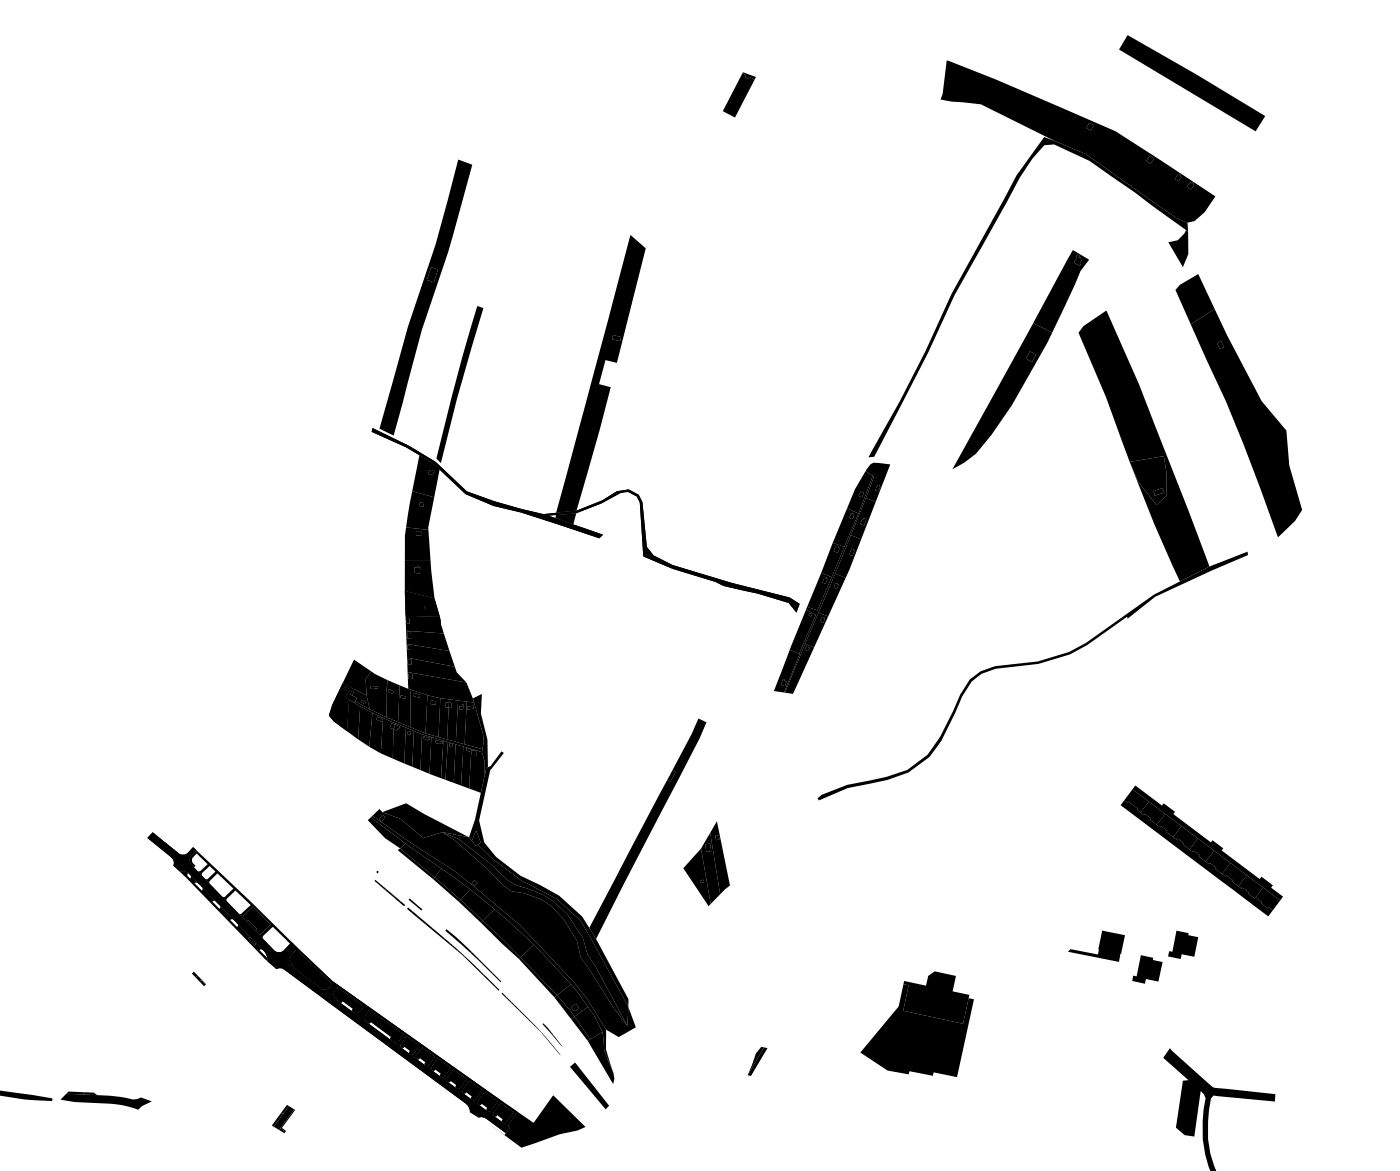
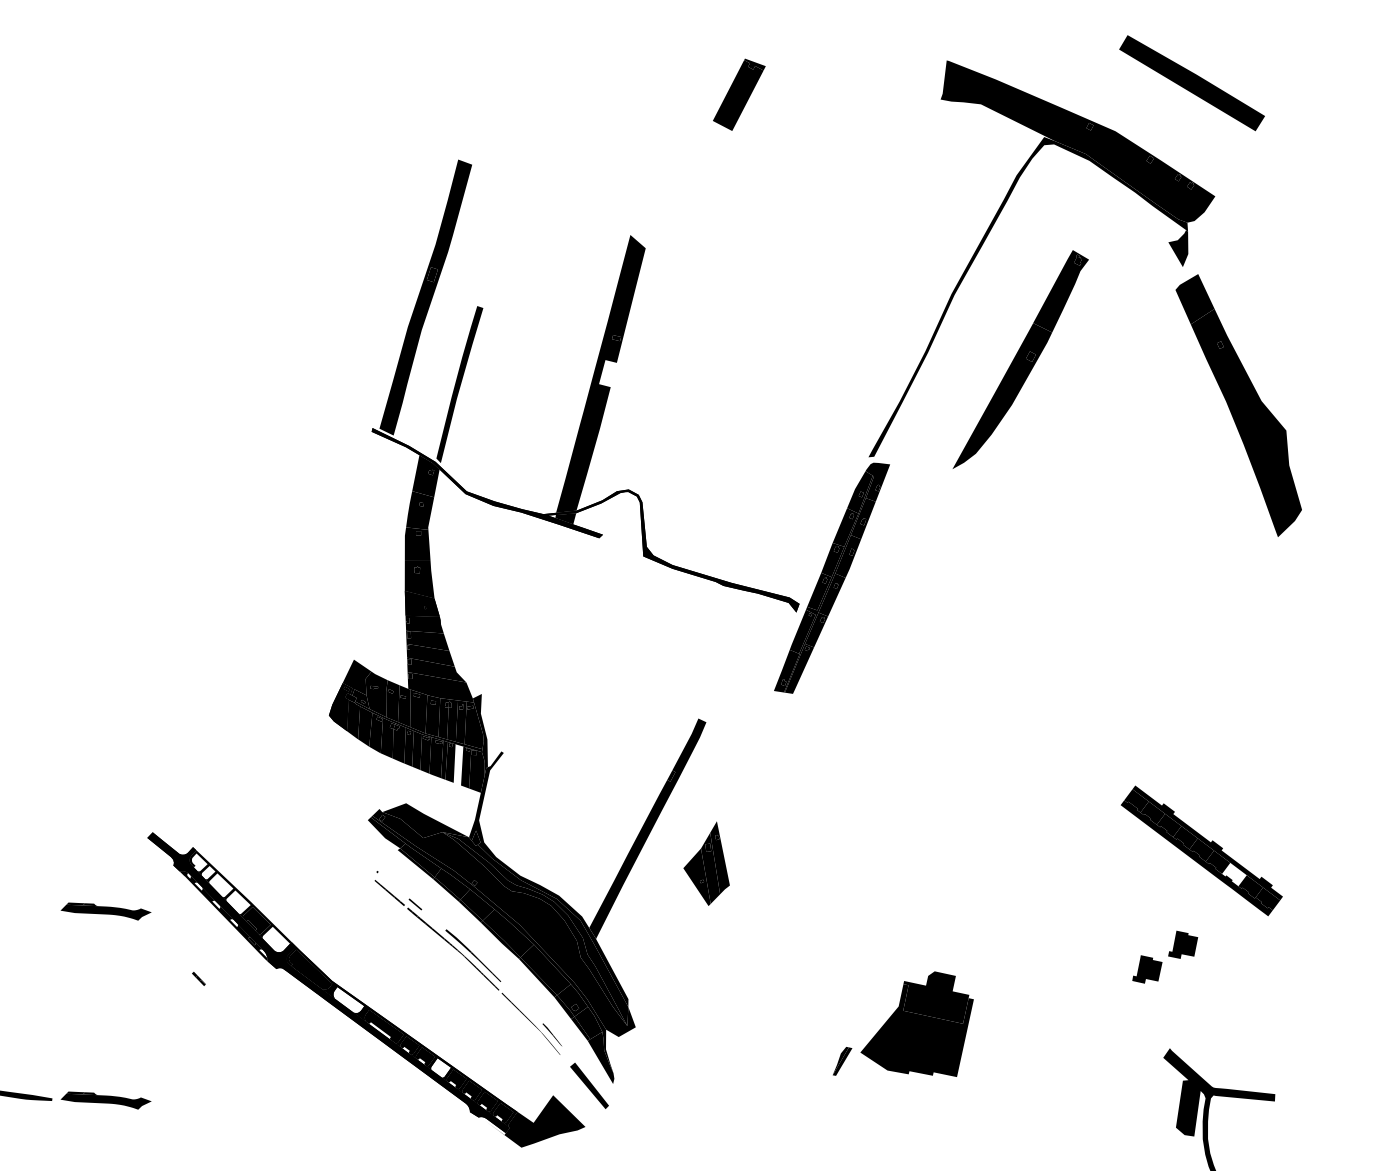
part at (739, 94) size: 33x46 px -> 53x73 px
part at (1078, 646): present -> none
fill at (458, 764): present -> none
fill at (1234, 874): present -> none
part at (105, 911): none -> present
part at (1096, 945): present -> none
fill at (348, 1000): present -> none
part at (757, 1061) position: (757, 1061) -> (842, 1061)
fill at (441, 1067): present -> none
part at (283, 1118): present -> none
